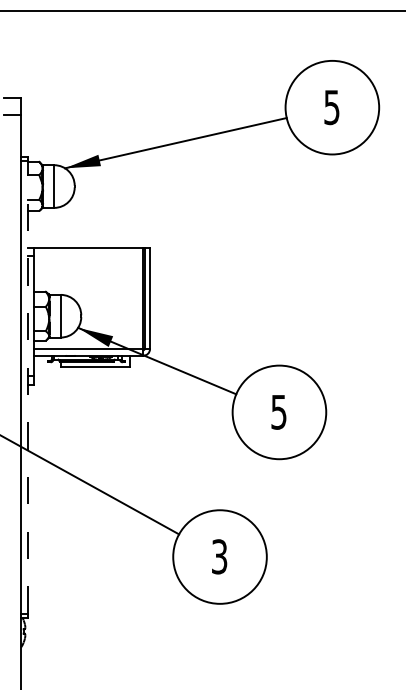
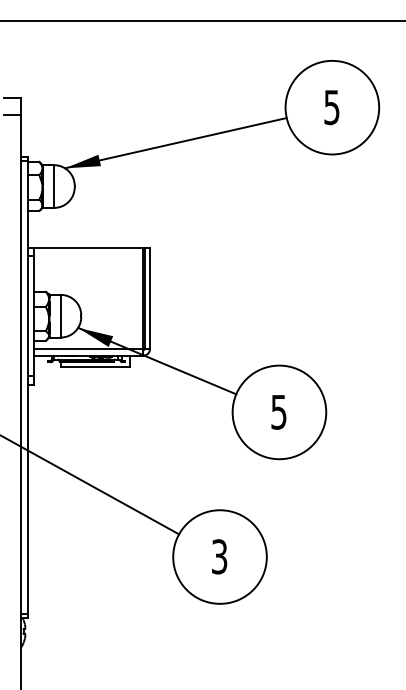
line at (202, 10) position: (202, 10) -> (202, 20)
line at (27, 386): dashed -> solid
